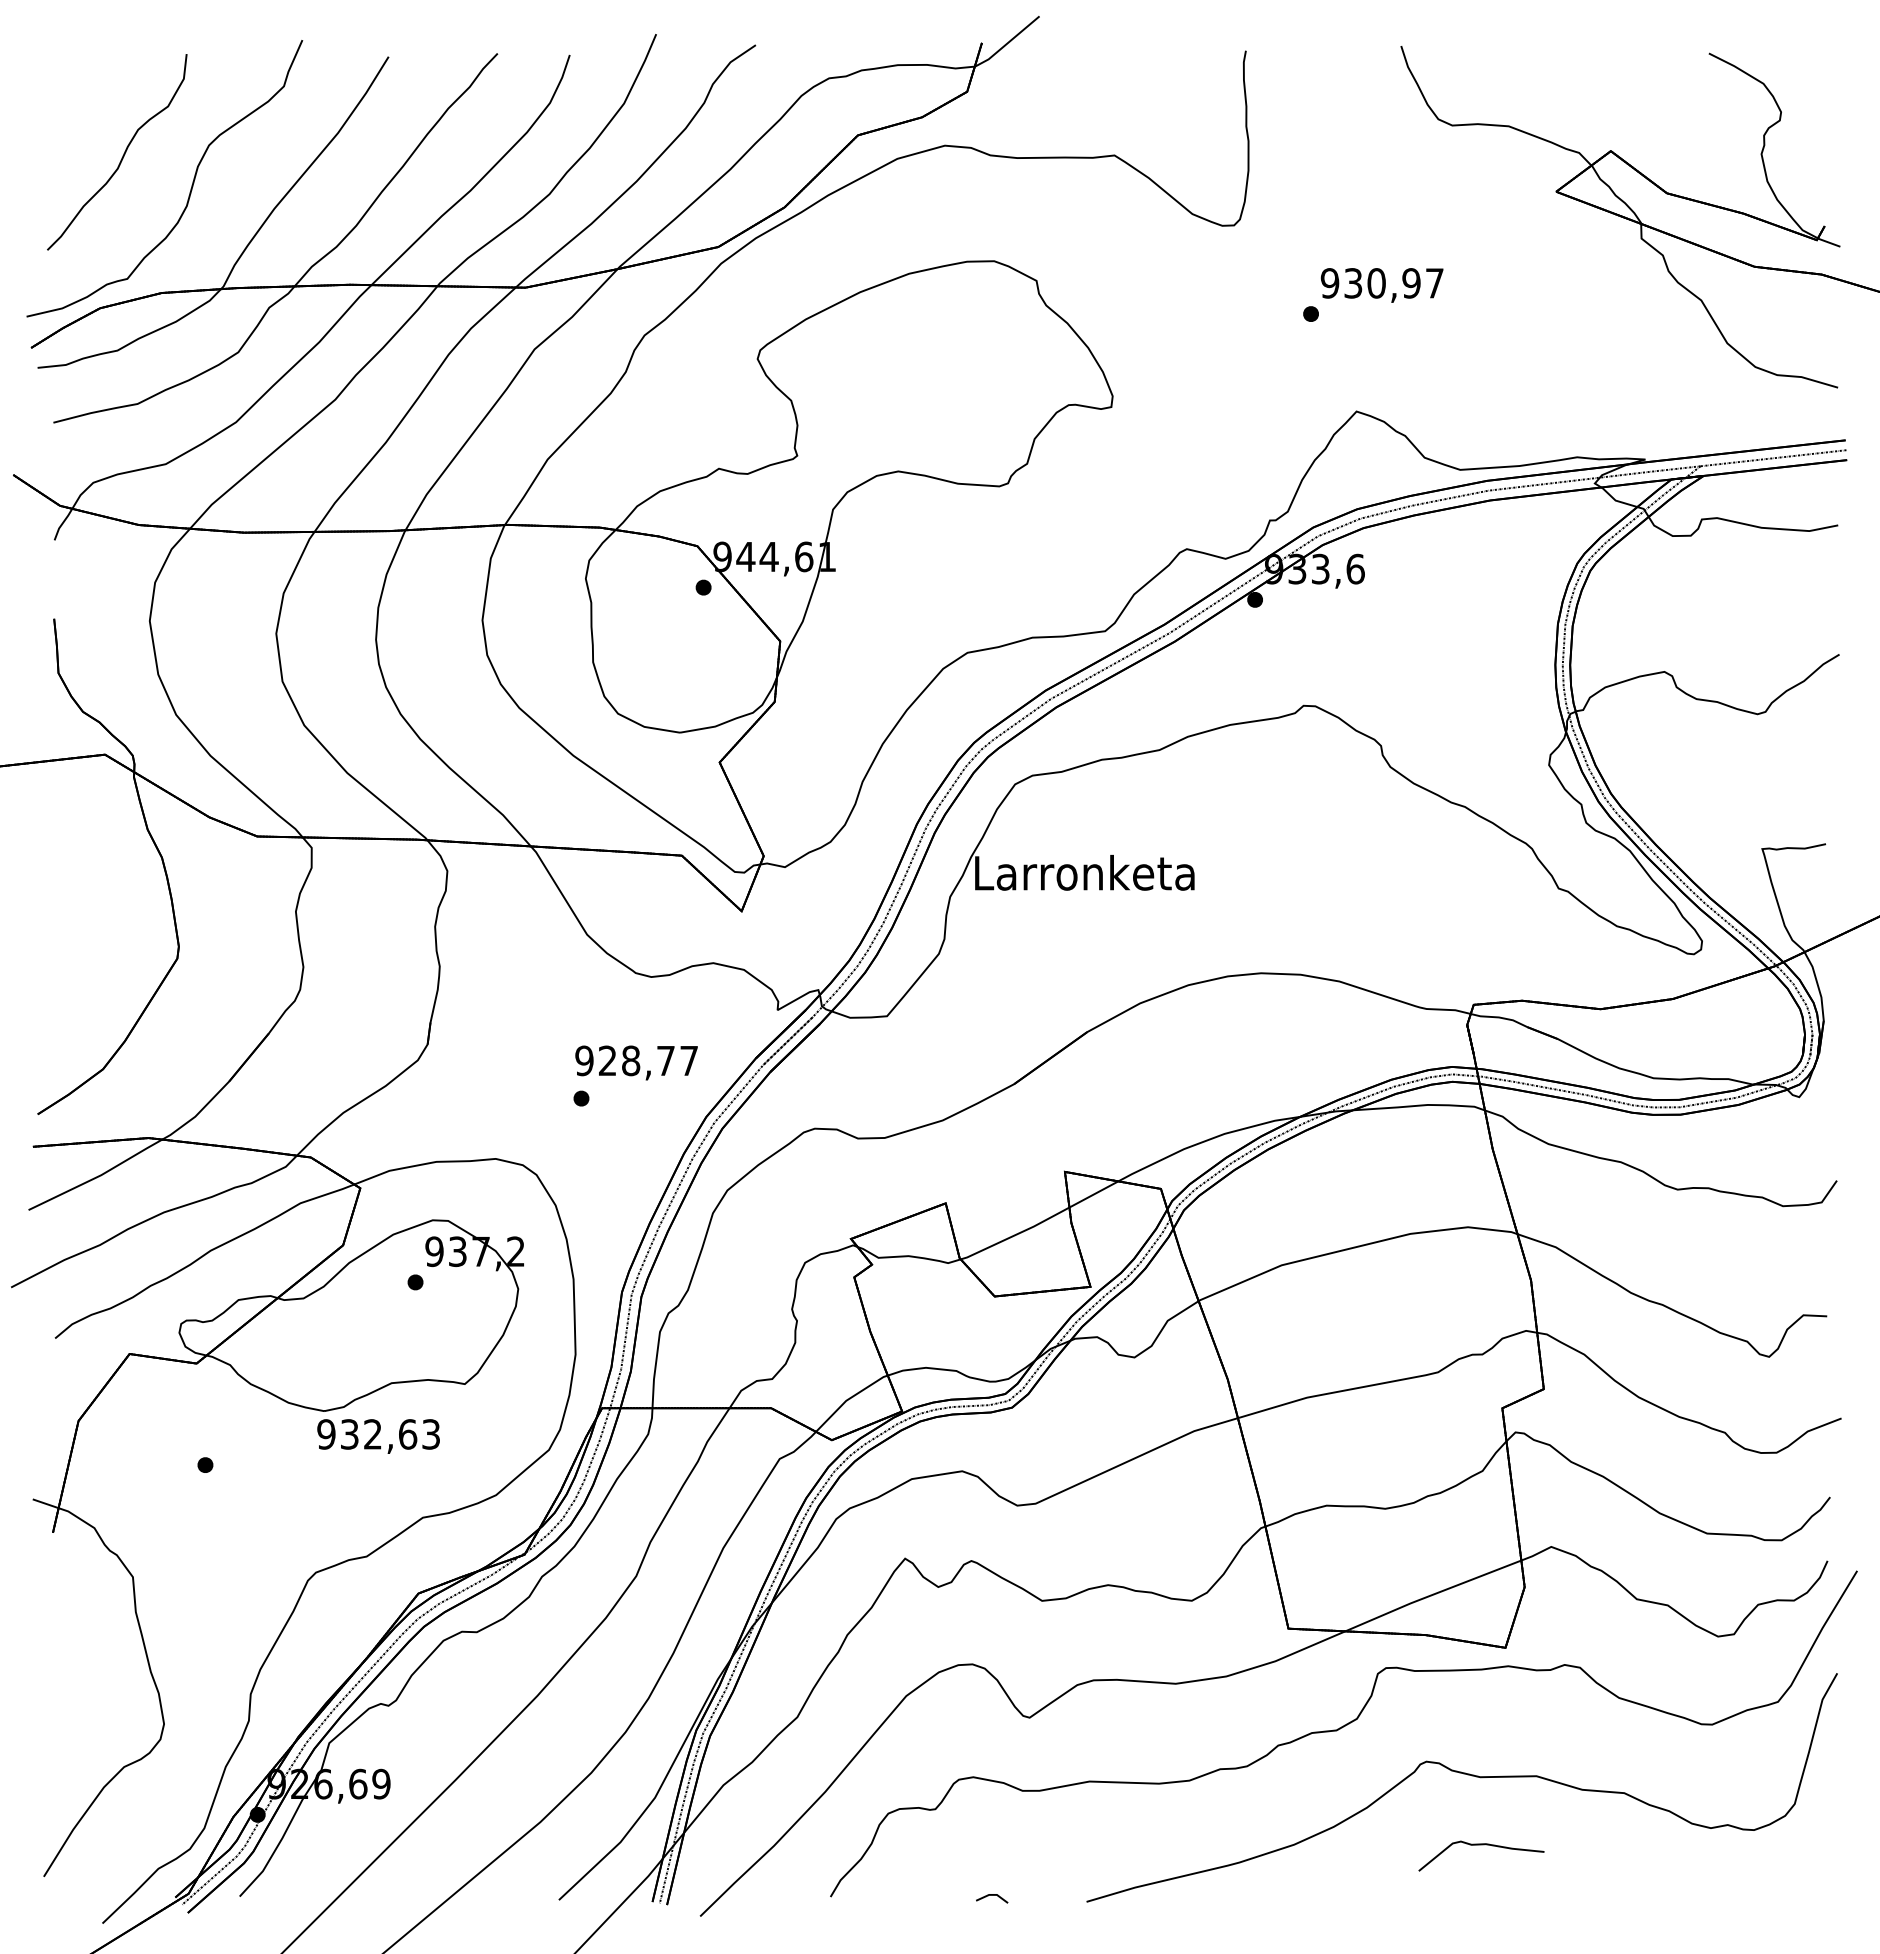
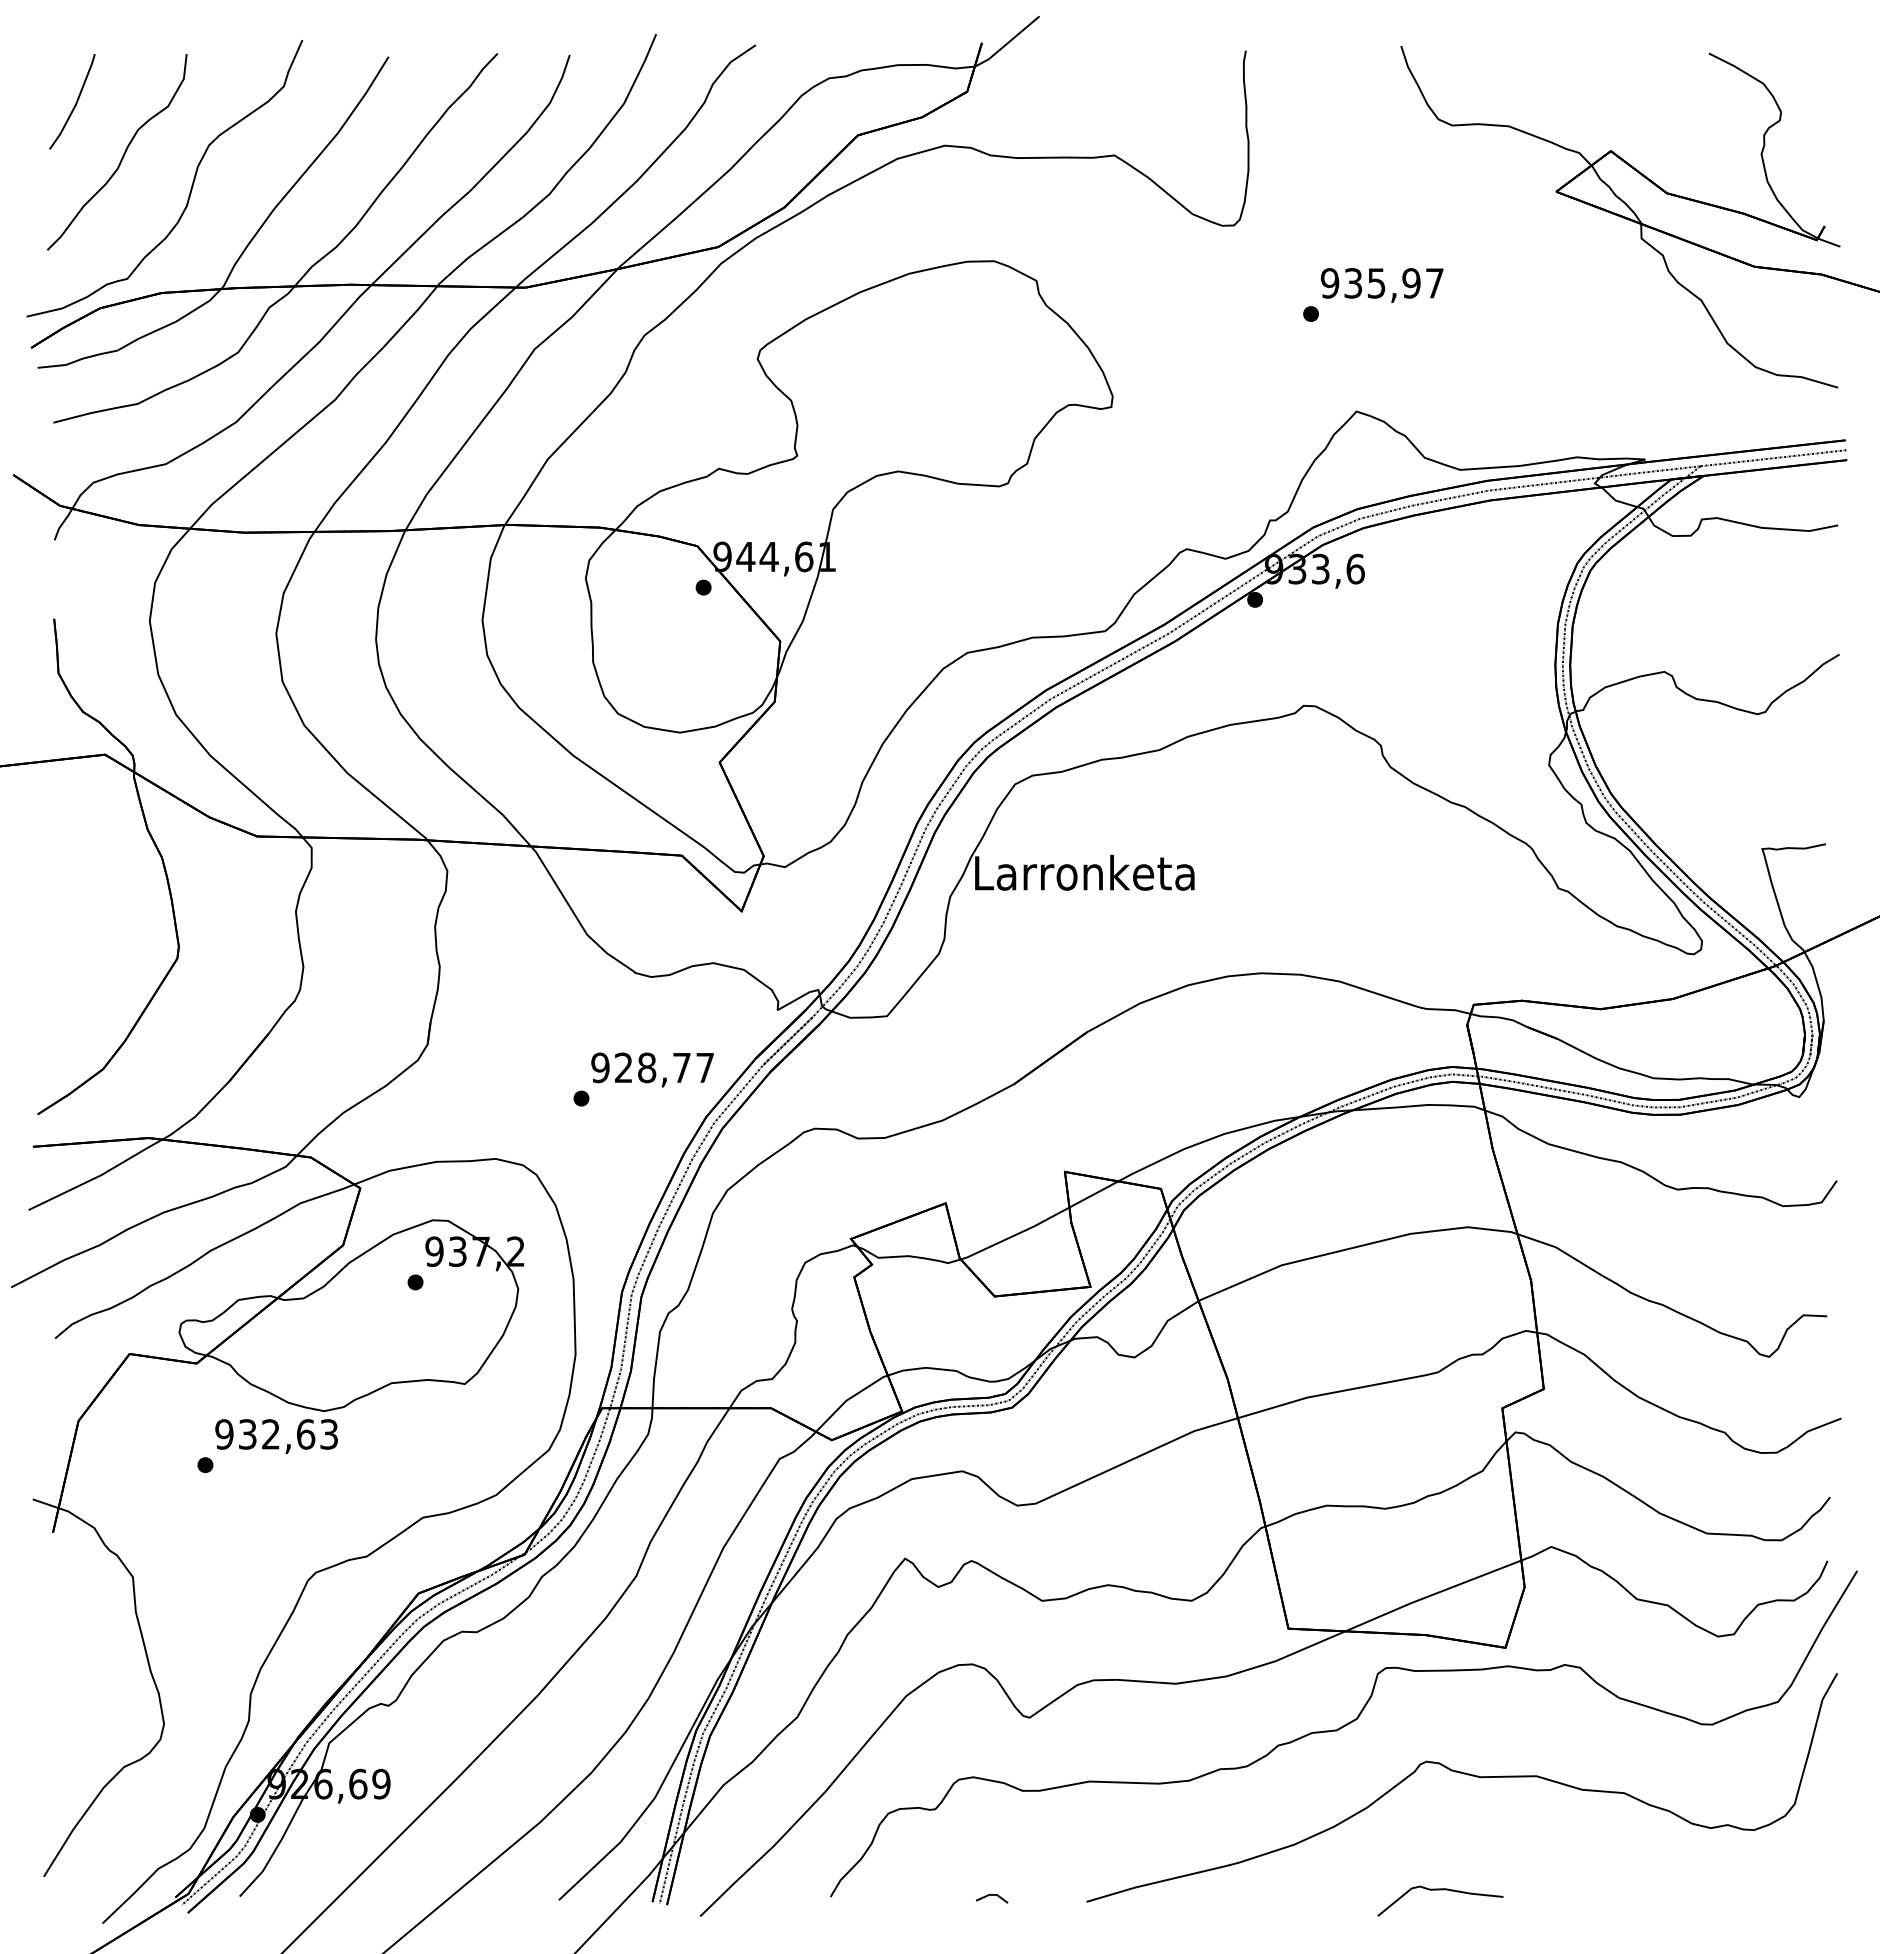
part at (72, 101): none -> present
text at (1376, 283): 930,97 -> 935,97
text at (636, 1062) position: (636, 1062) -> (652, 1069)
text at (378, 1436) position: (378, 1436) -> (276, 1436)
part at (1481, 1845) position: (1481, 1845) -> (1440, 1890)
